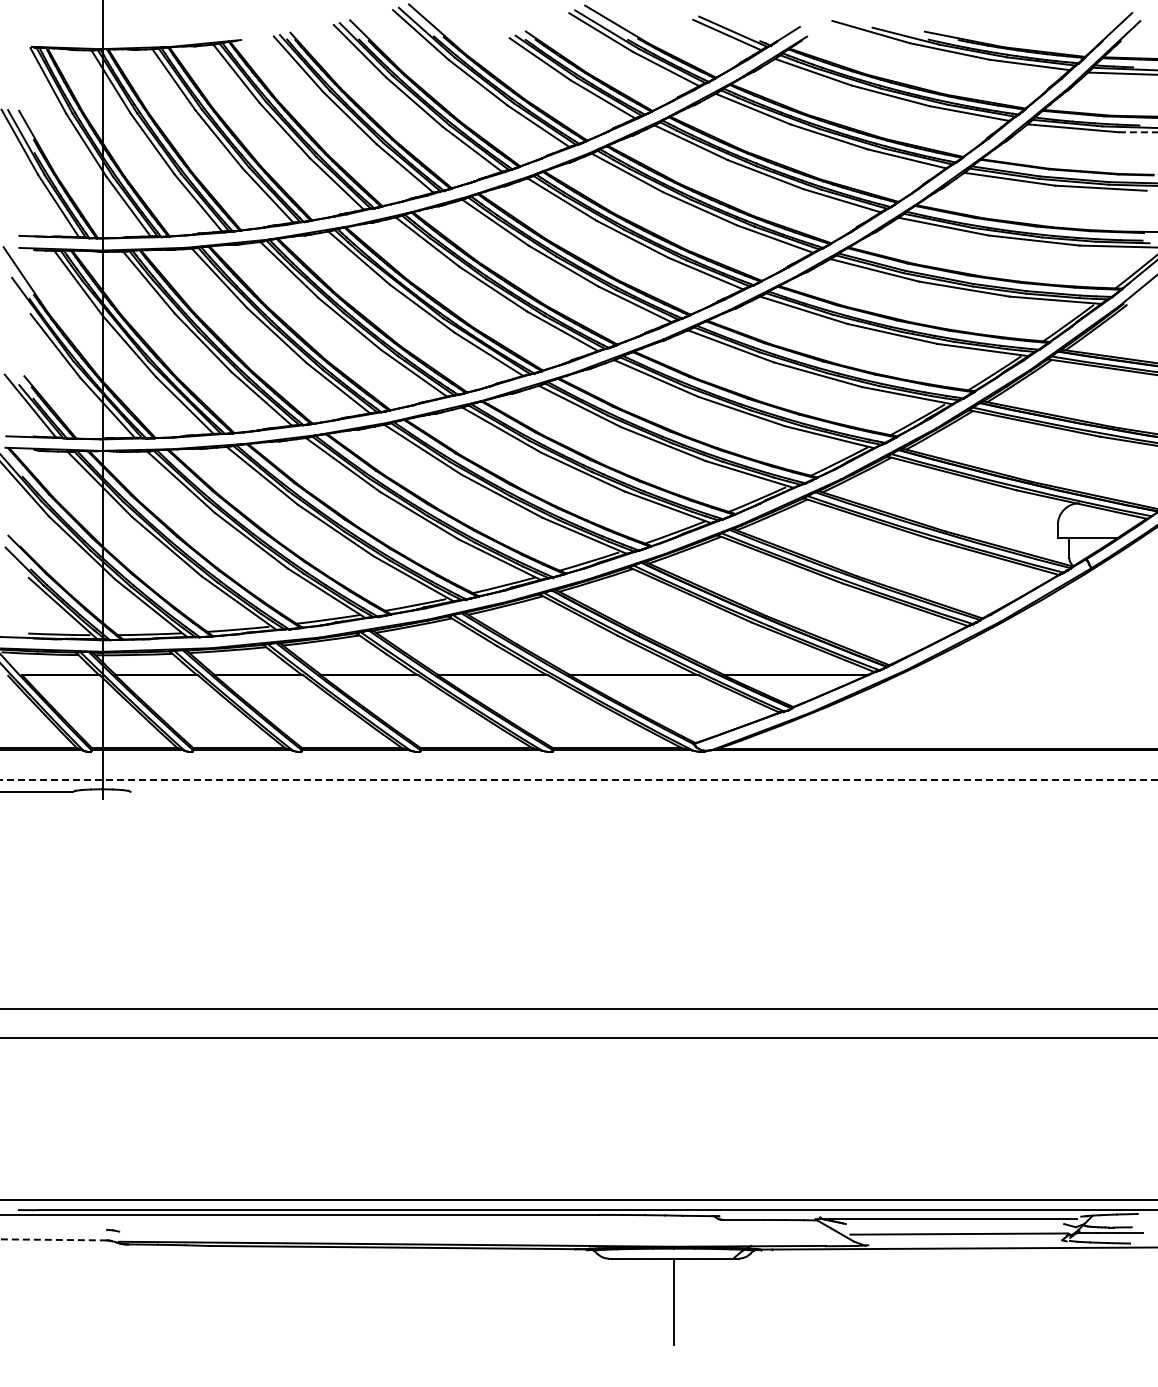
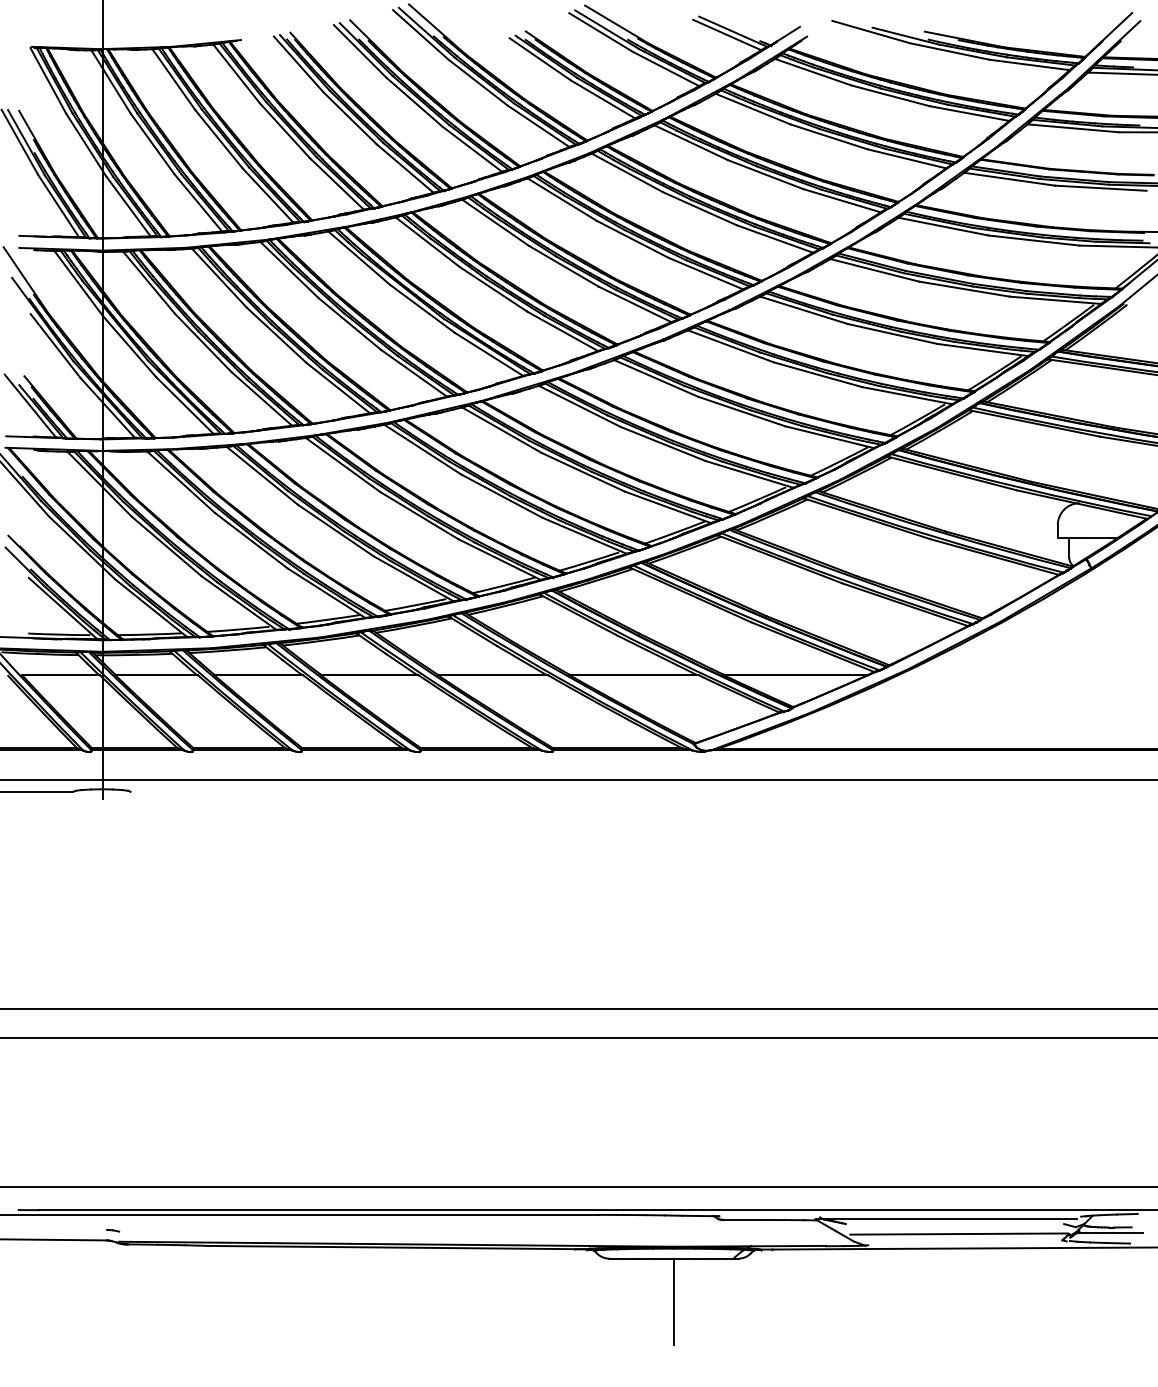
line at (1138, 132): dashed -> solid
line at (578, 779): dashed -> solid
line at (578, 1200) position: (578, 1200) -> (578, 1187)
line at (53, 1239): dashed -> solid
